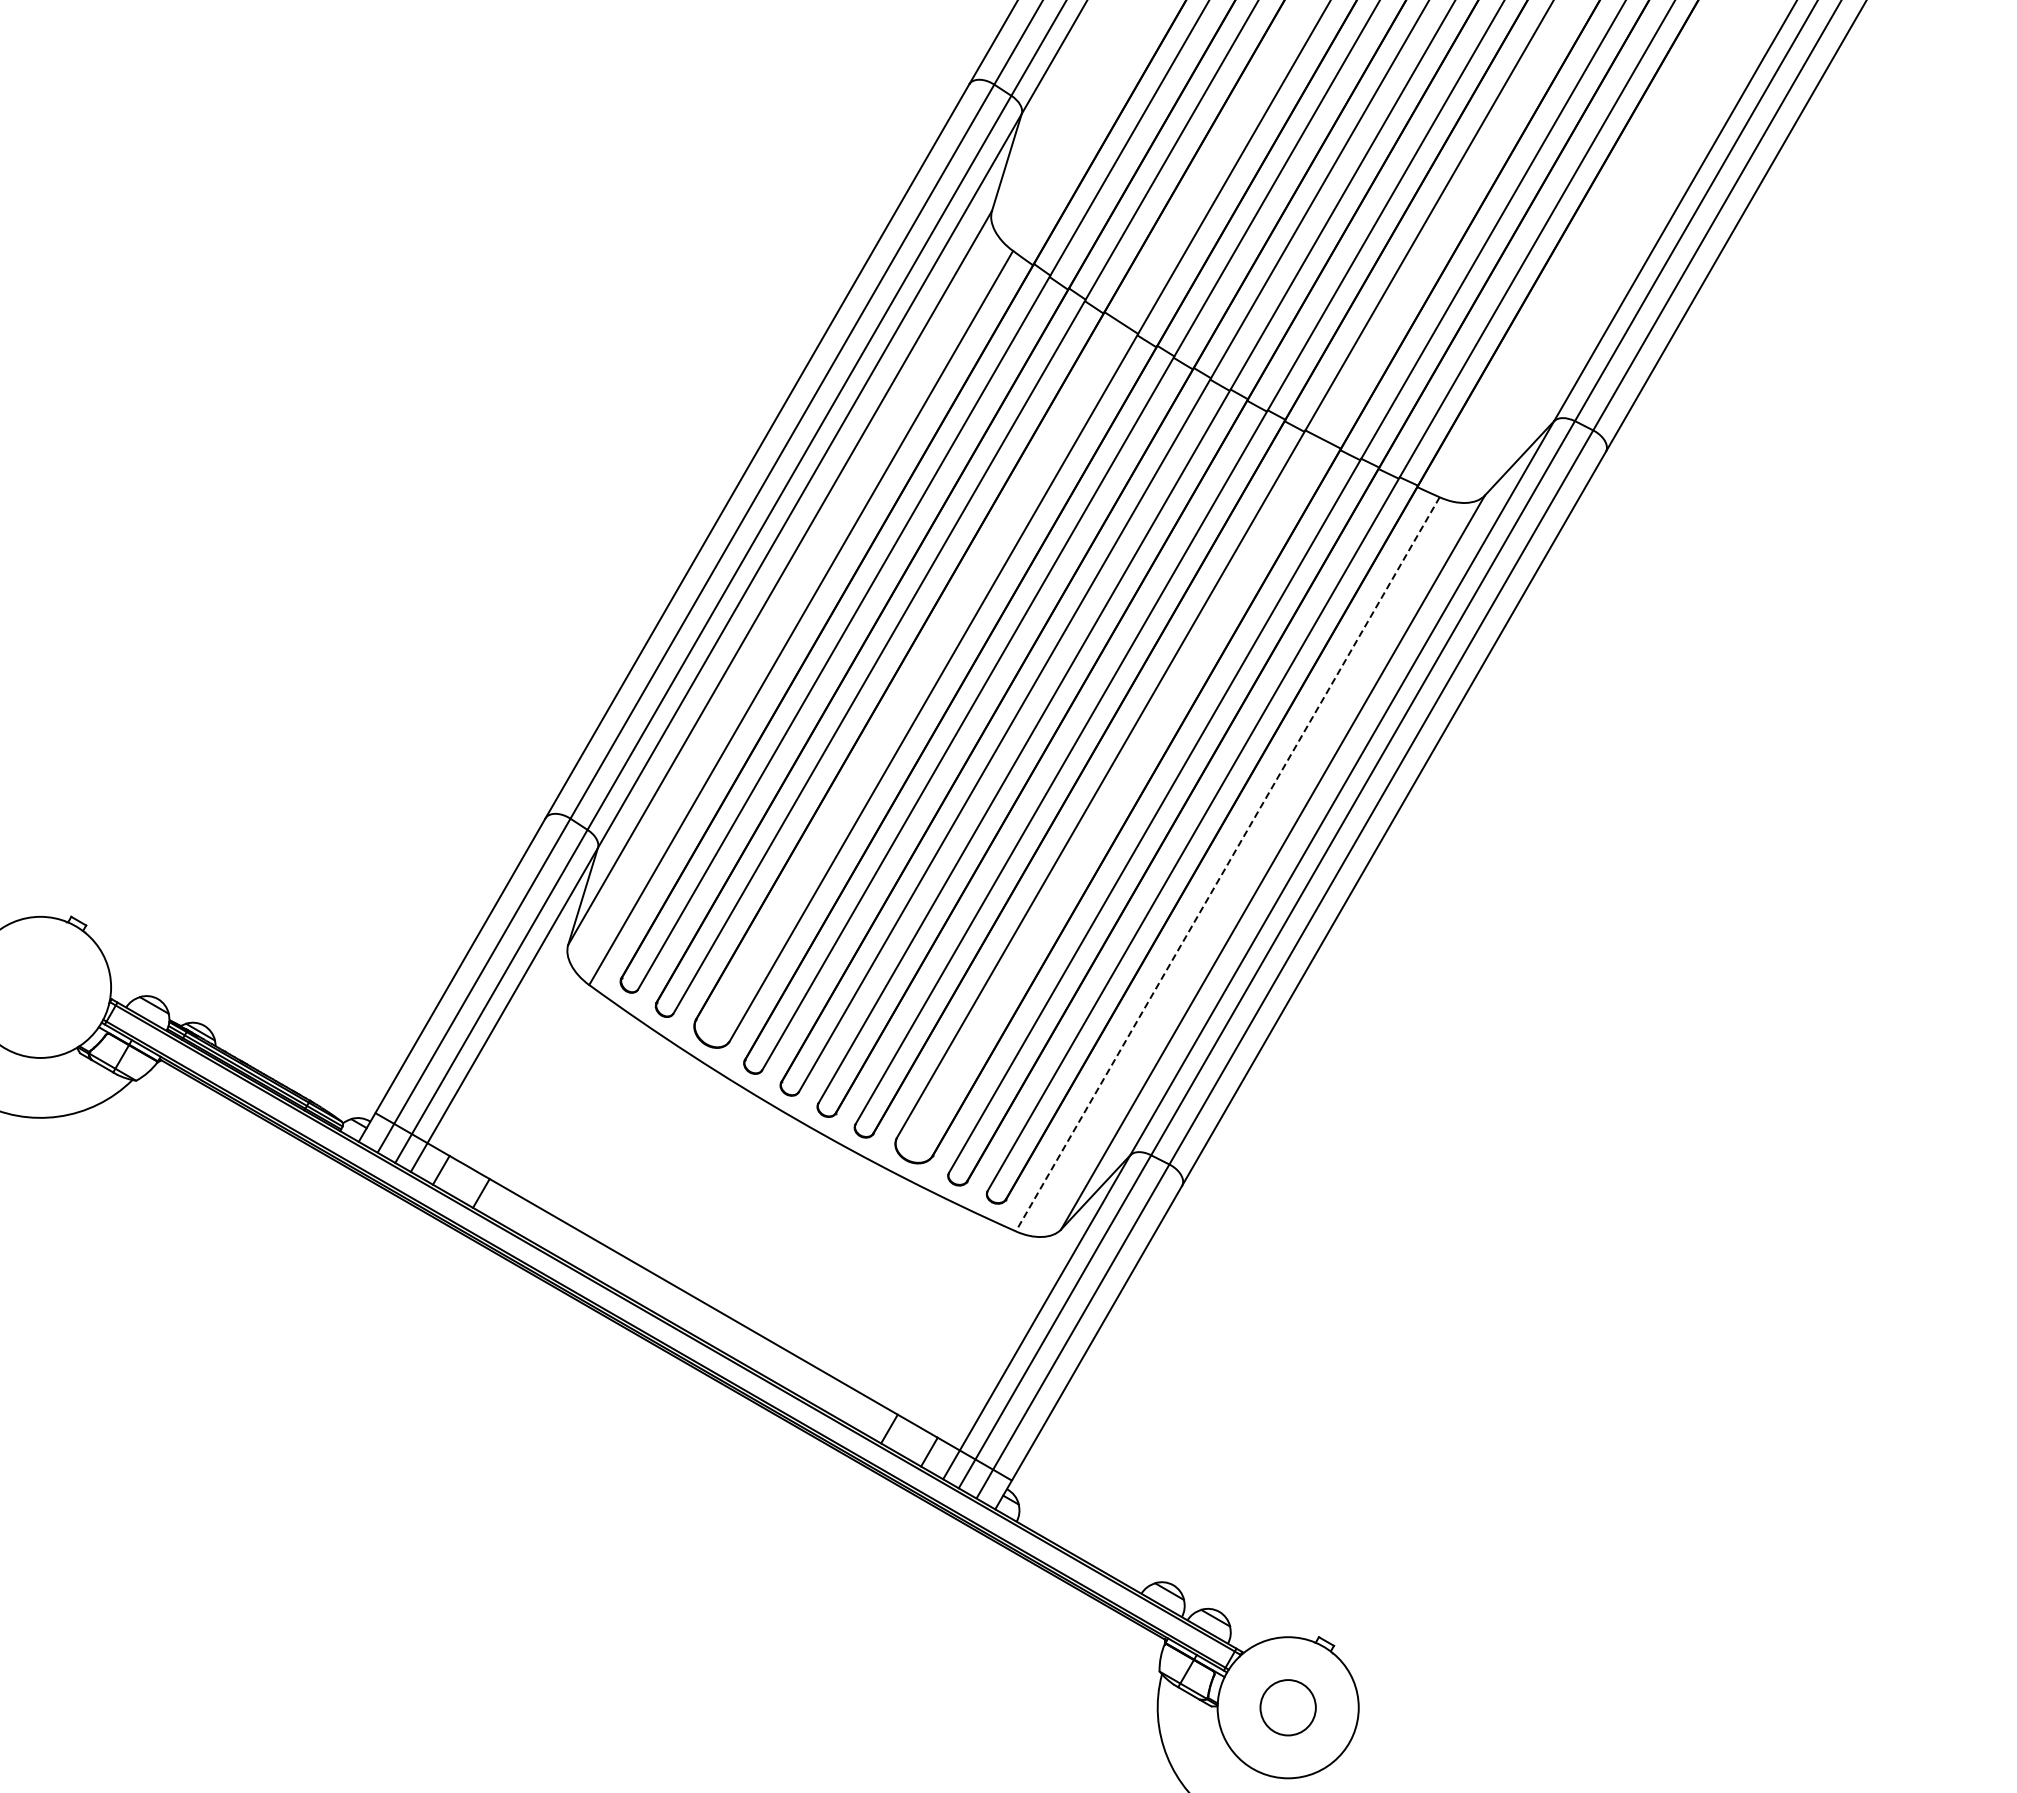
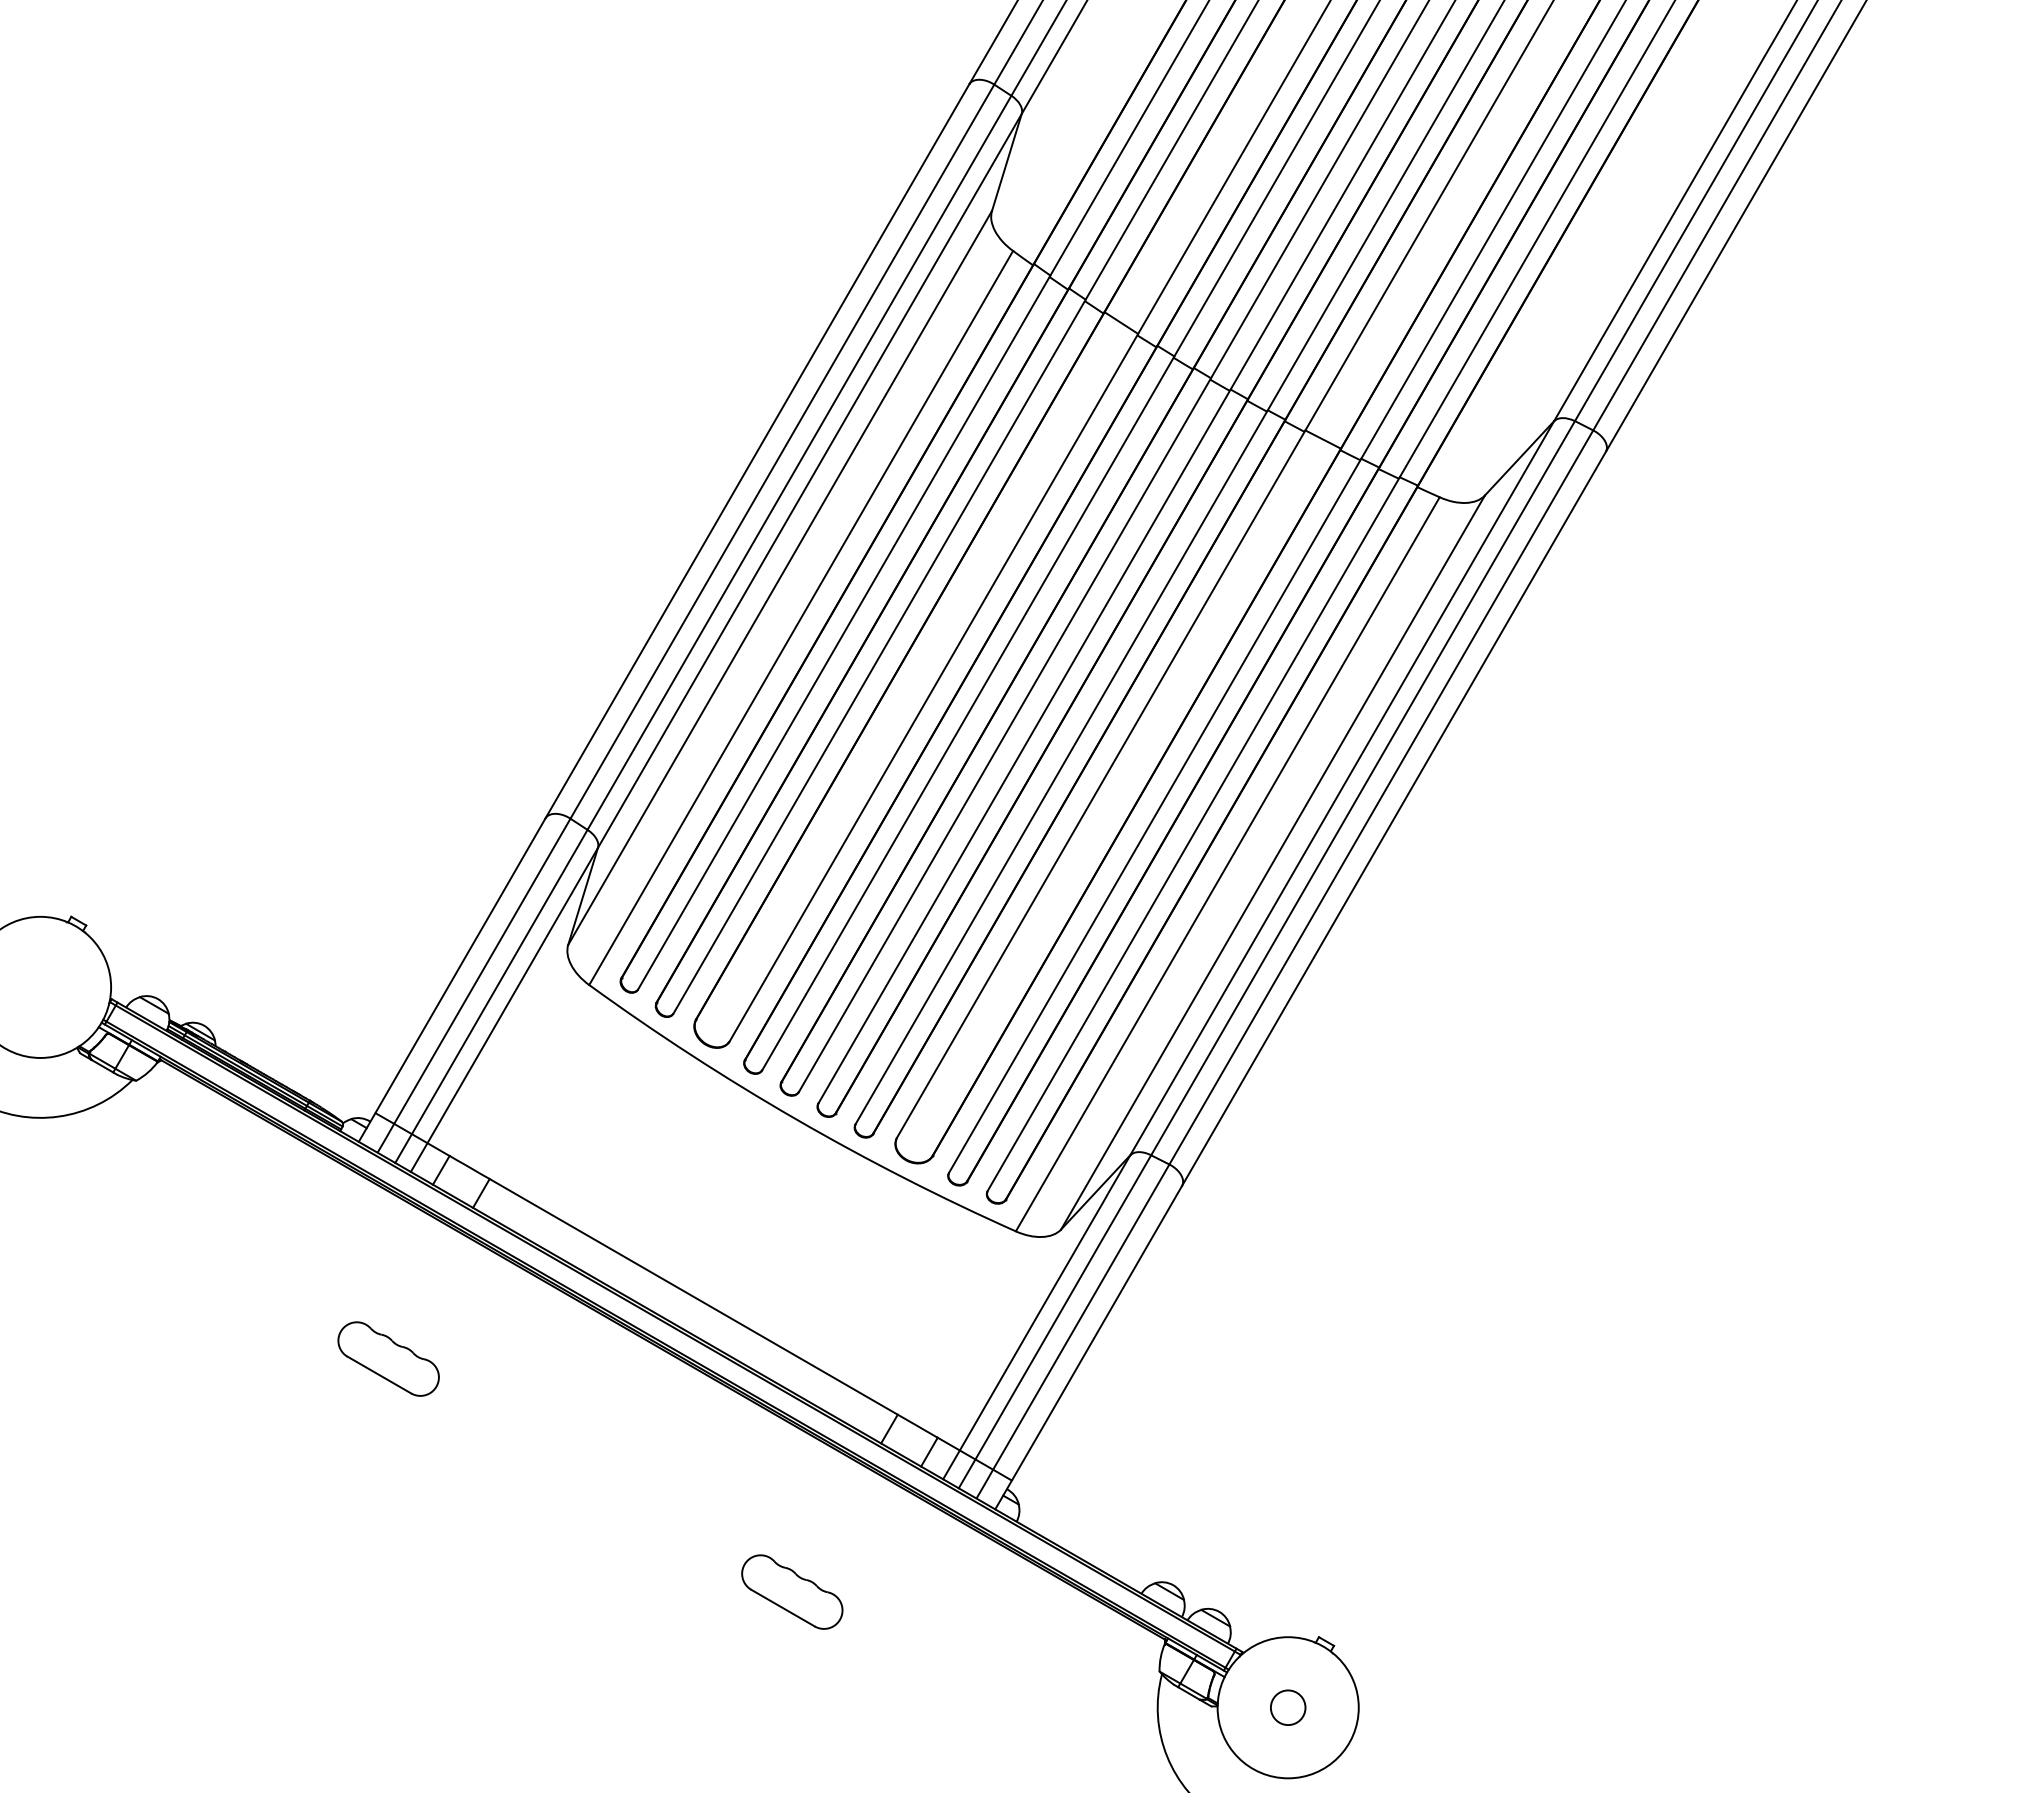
line at (1227, 864): dashed -> solid
part at (388, 1358): none -> present
part at (792, 1591): none -> present
circle at (1287, 1707) diameter: 55 px -> 35 px
